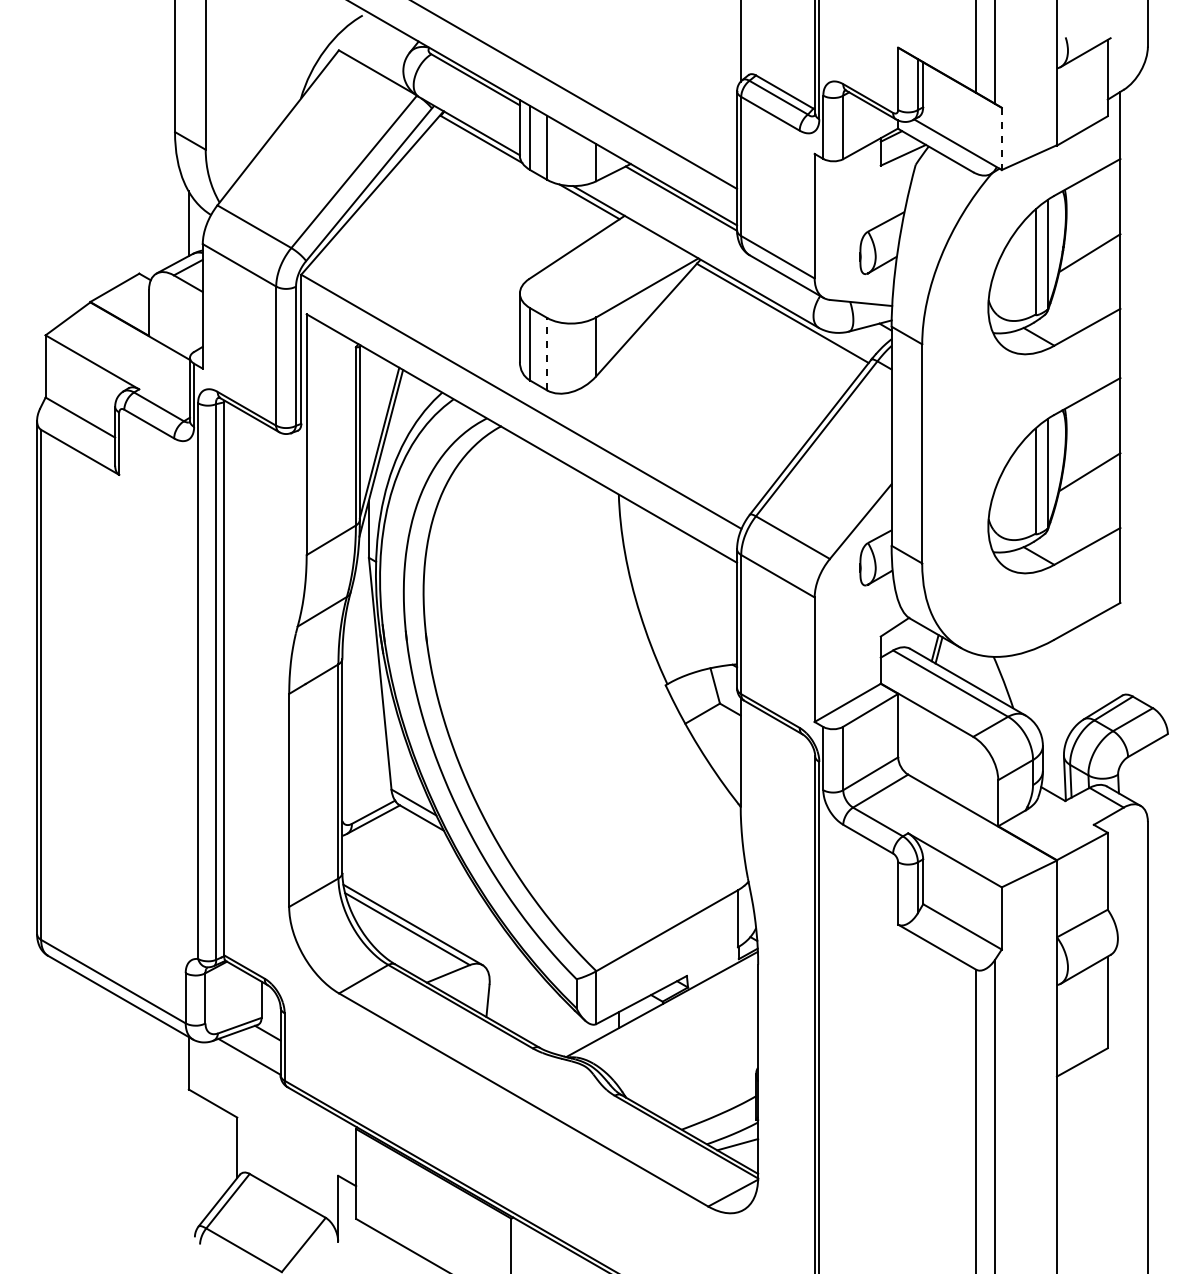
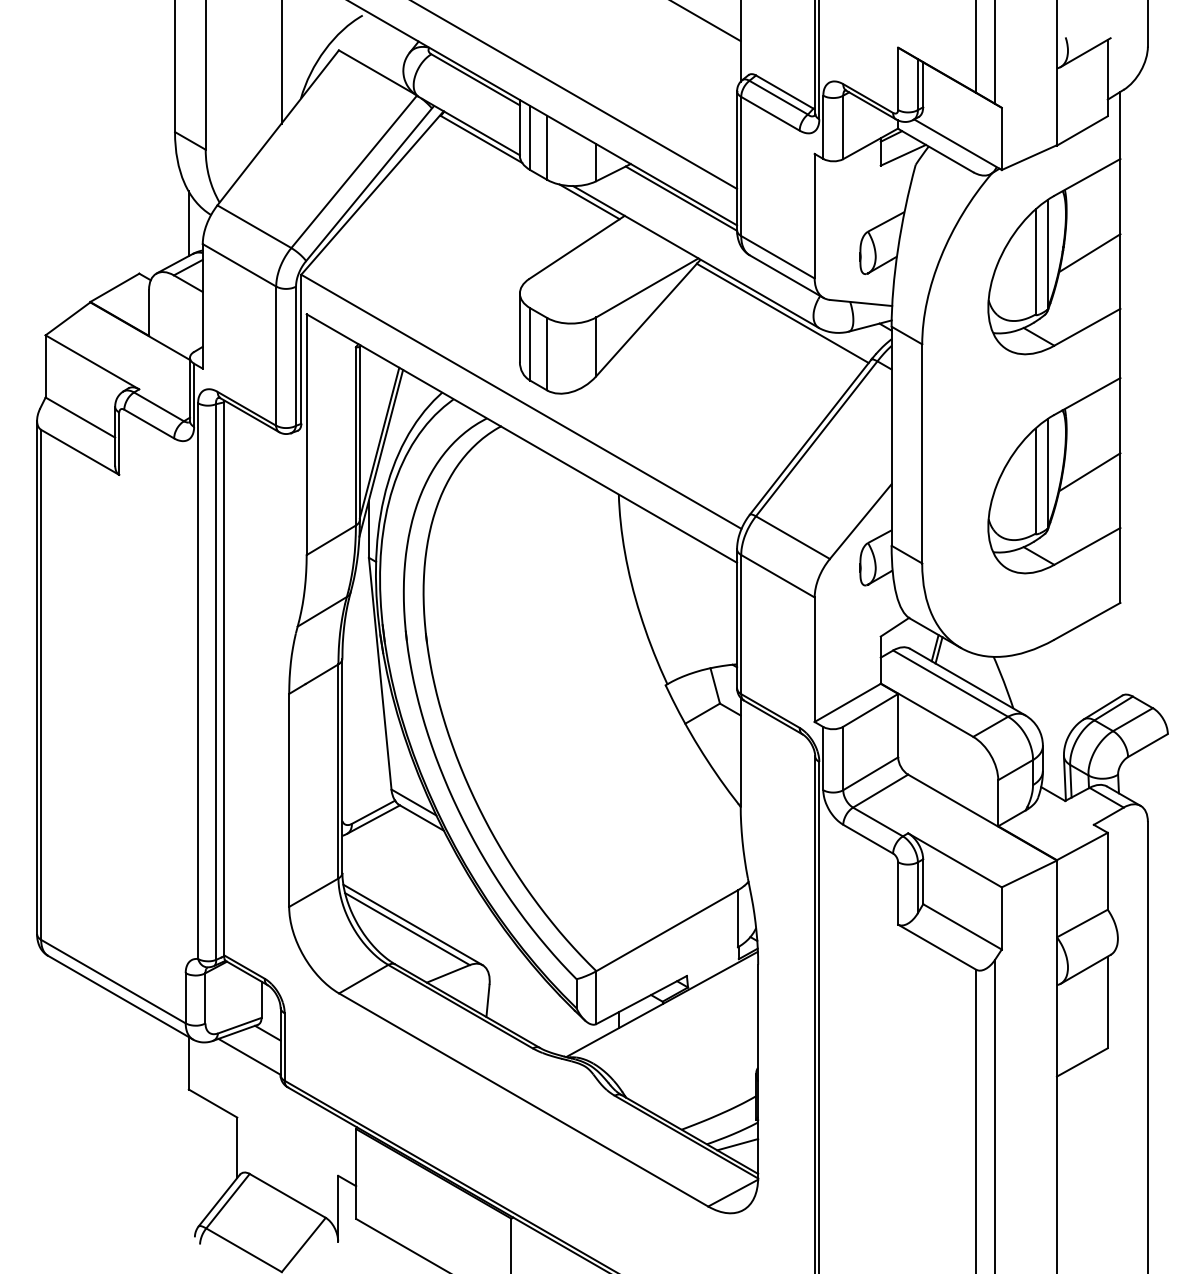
line at (706, 21): none -> present
line at (281, 62): none -> present
line at (1001, 139): dashed -> solid
line at (547, 353): dashed -> solid
